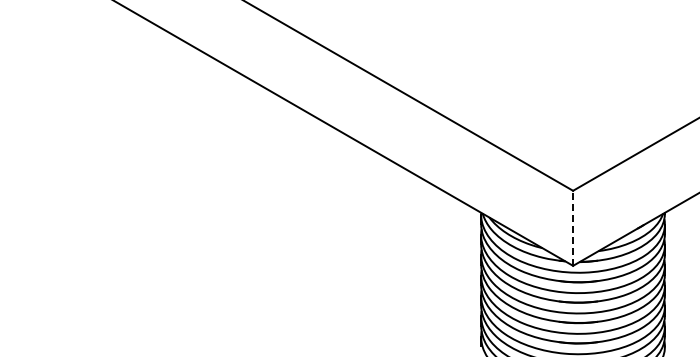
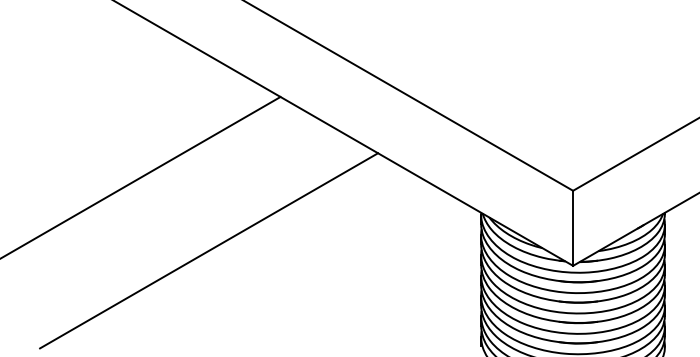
line at (141, 176): none -> present
line at (573, 228): dashed -> solid
line at (209, 250): none -> present
